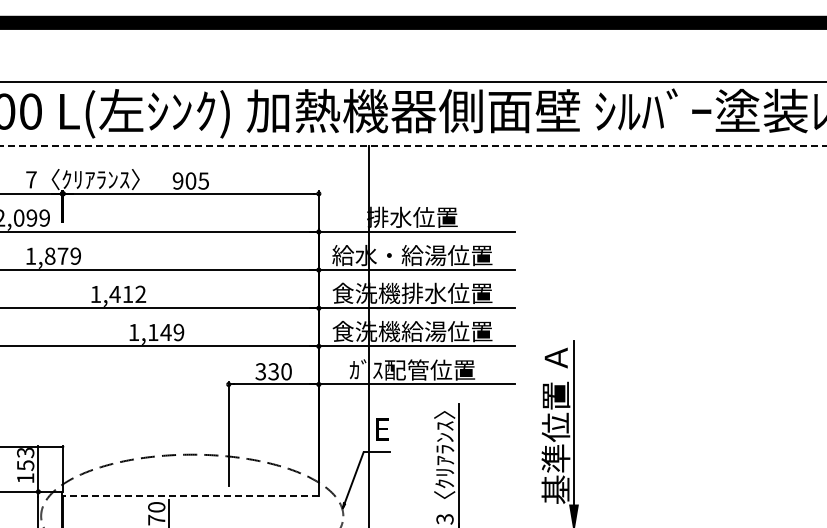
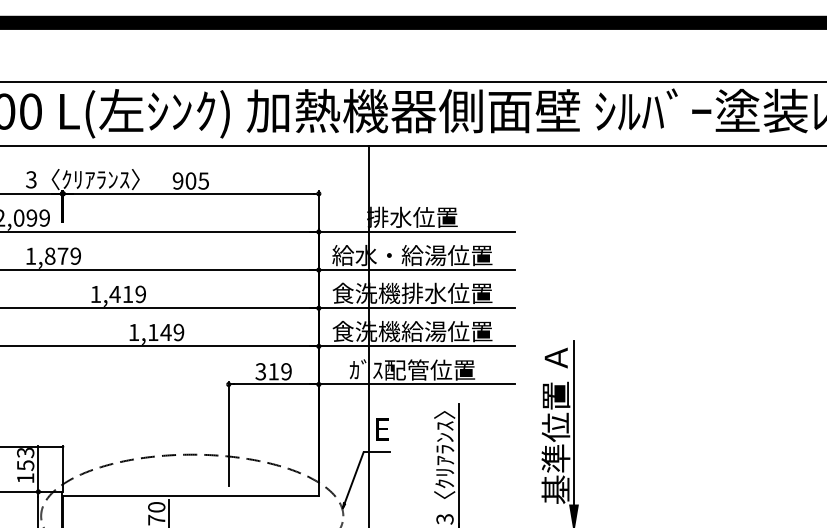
line at (413, 146): dashed -> solid
text at (31, 179): 7 -> 3
text at (140, 294): 1,412 -> 1,419
text at (279, 371): 330 -> 319
line at (191, 495): dashed -> solid
